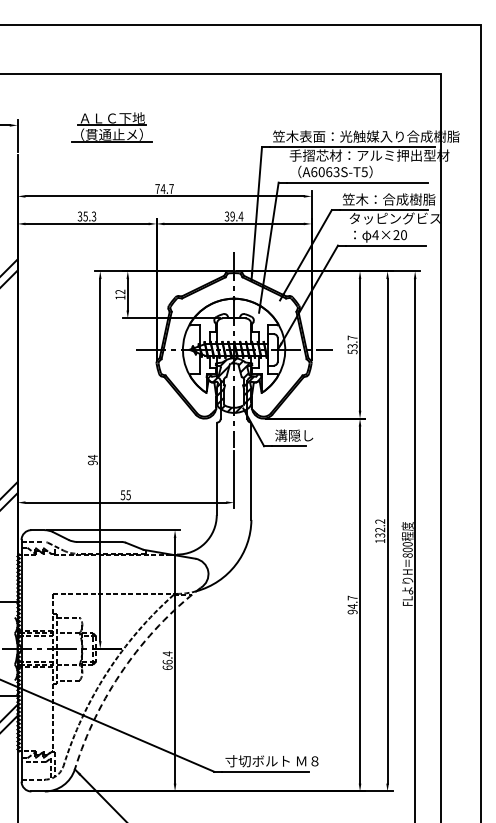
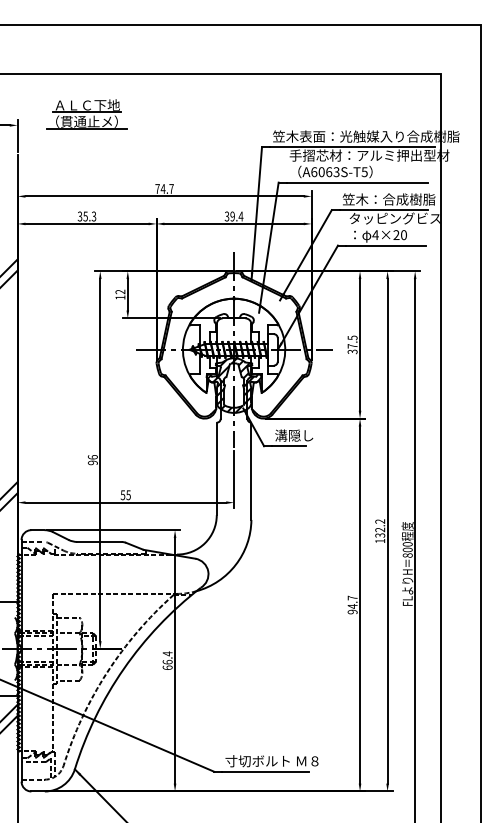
part at (111, 127) position: (111, 127) -> (86, 114)
text at (352, 344): 53.7 -> 37.5
text at (92, 456): 94 -> 96
arc at (123, 668): dashed -> solid
